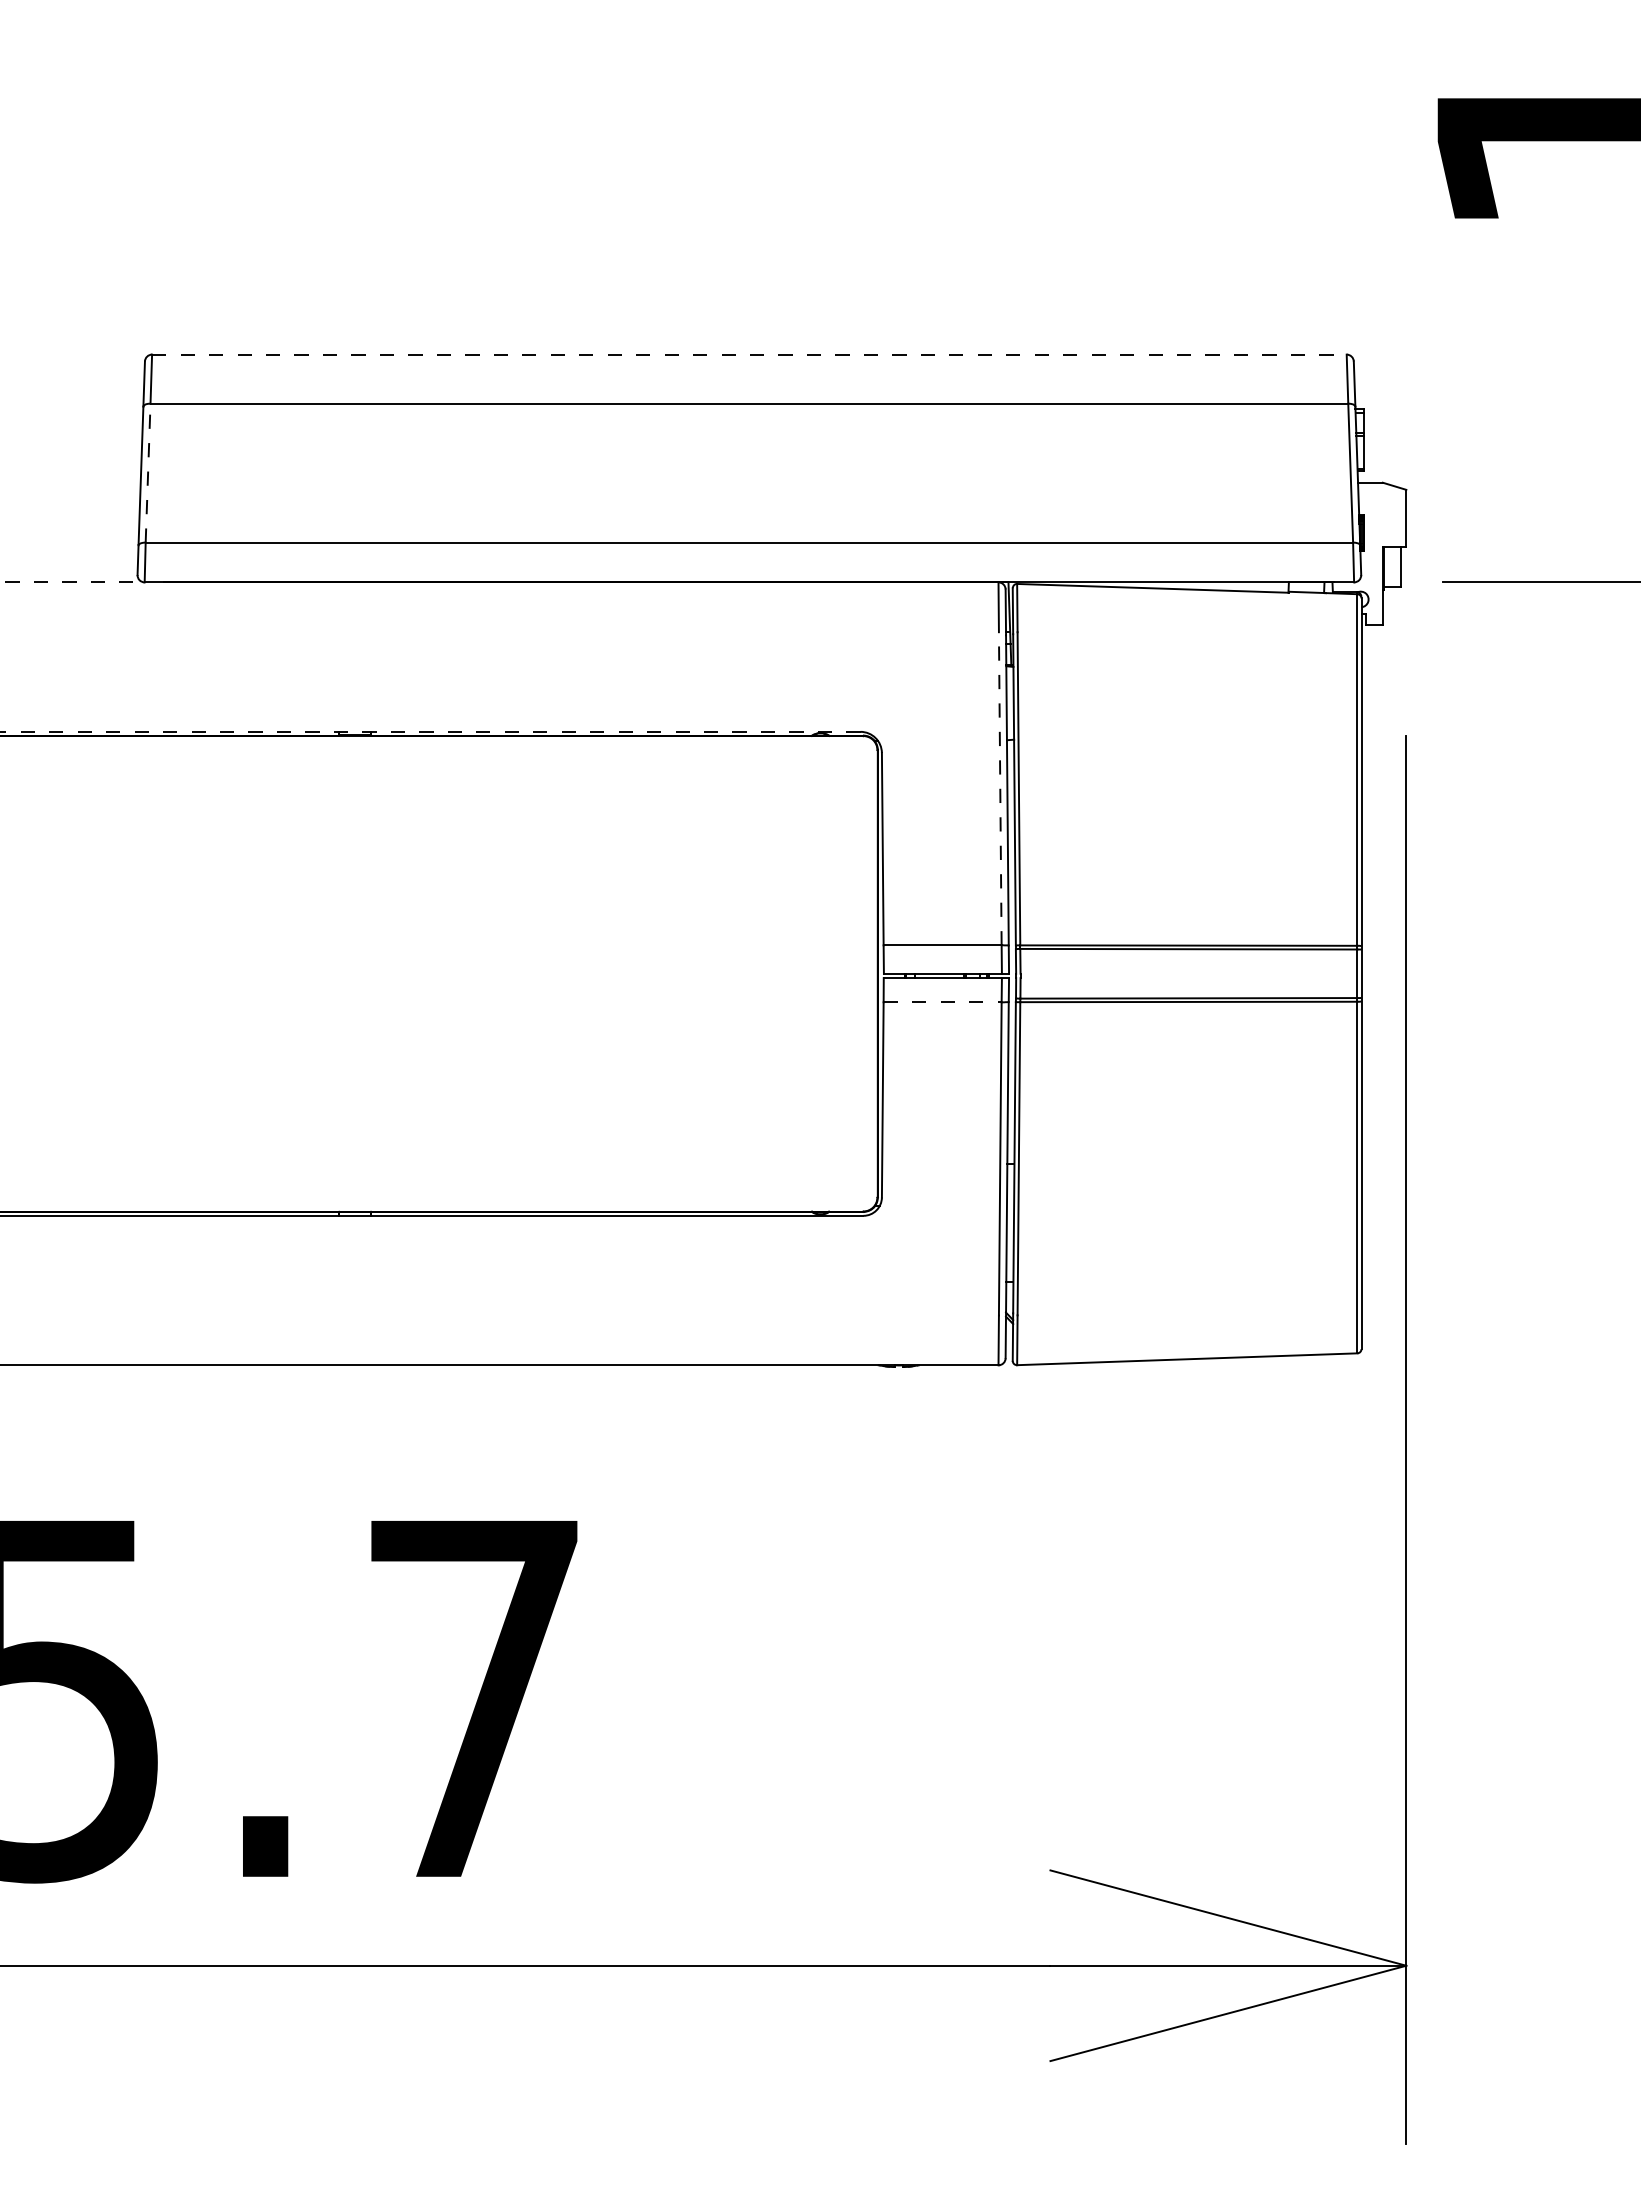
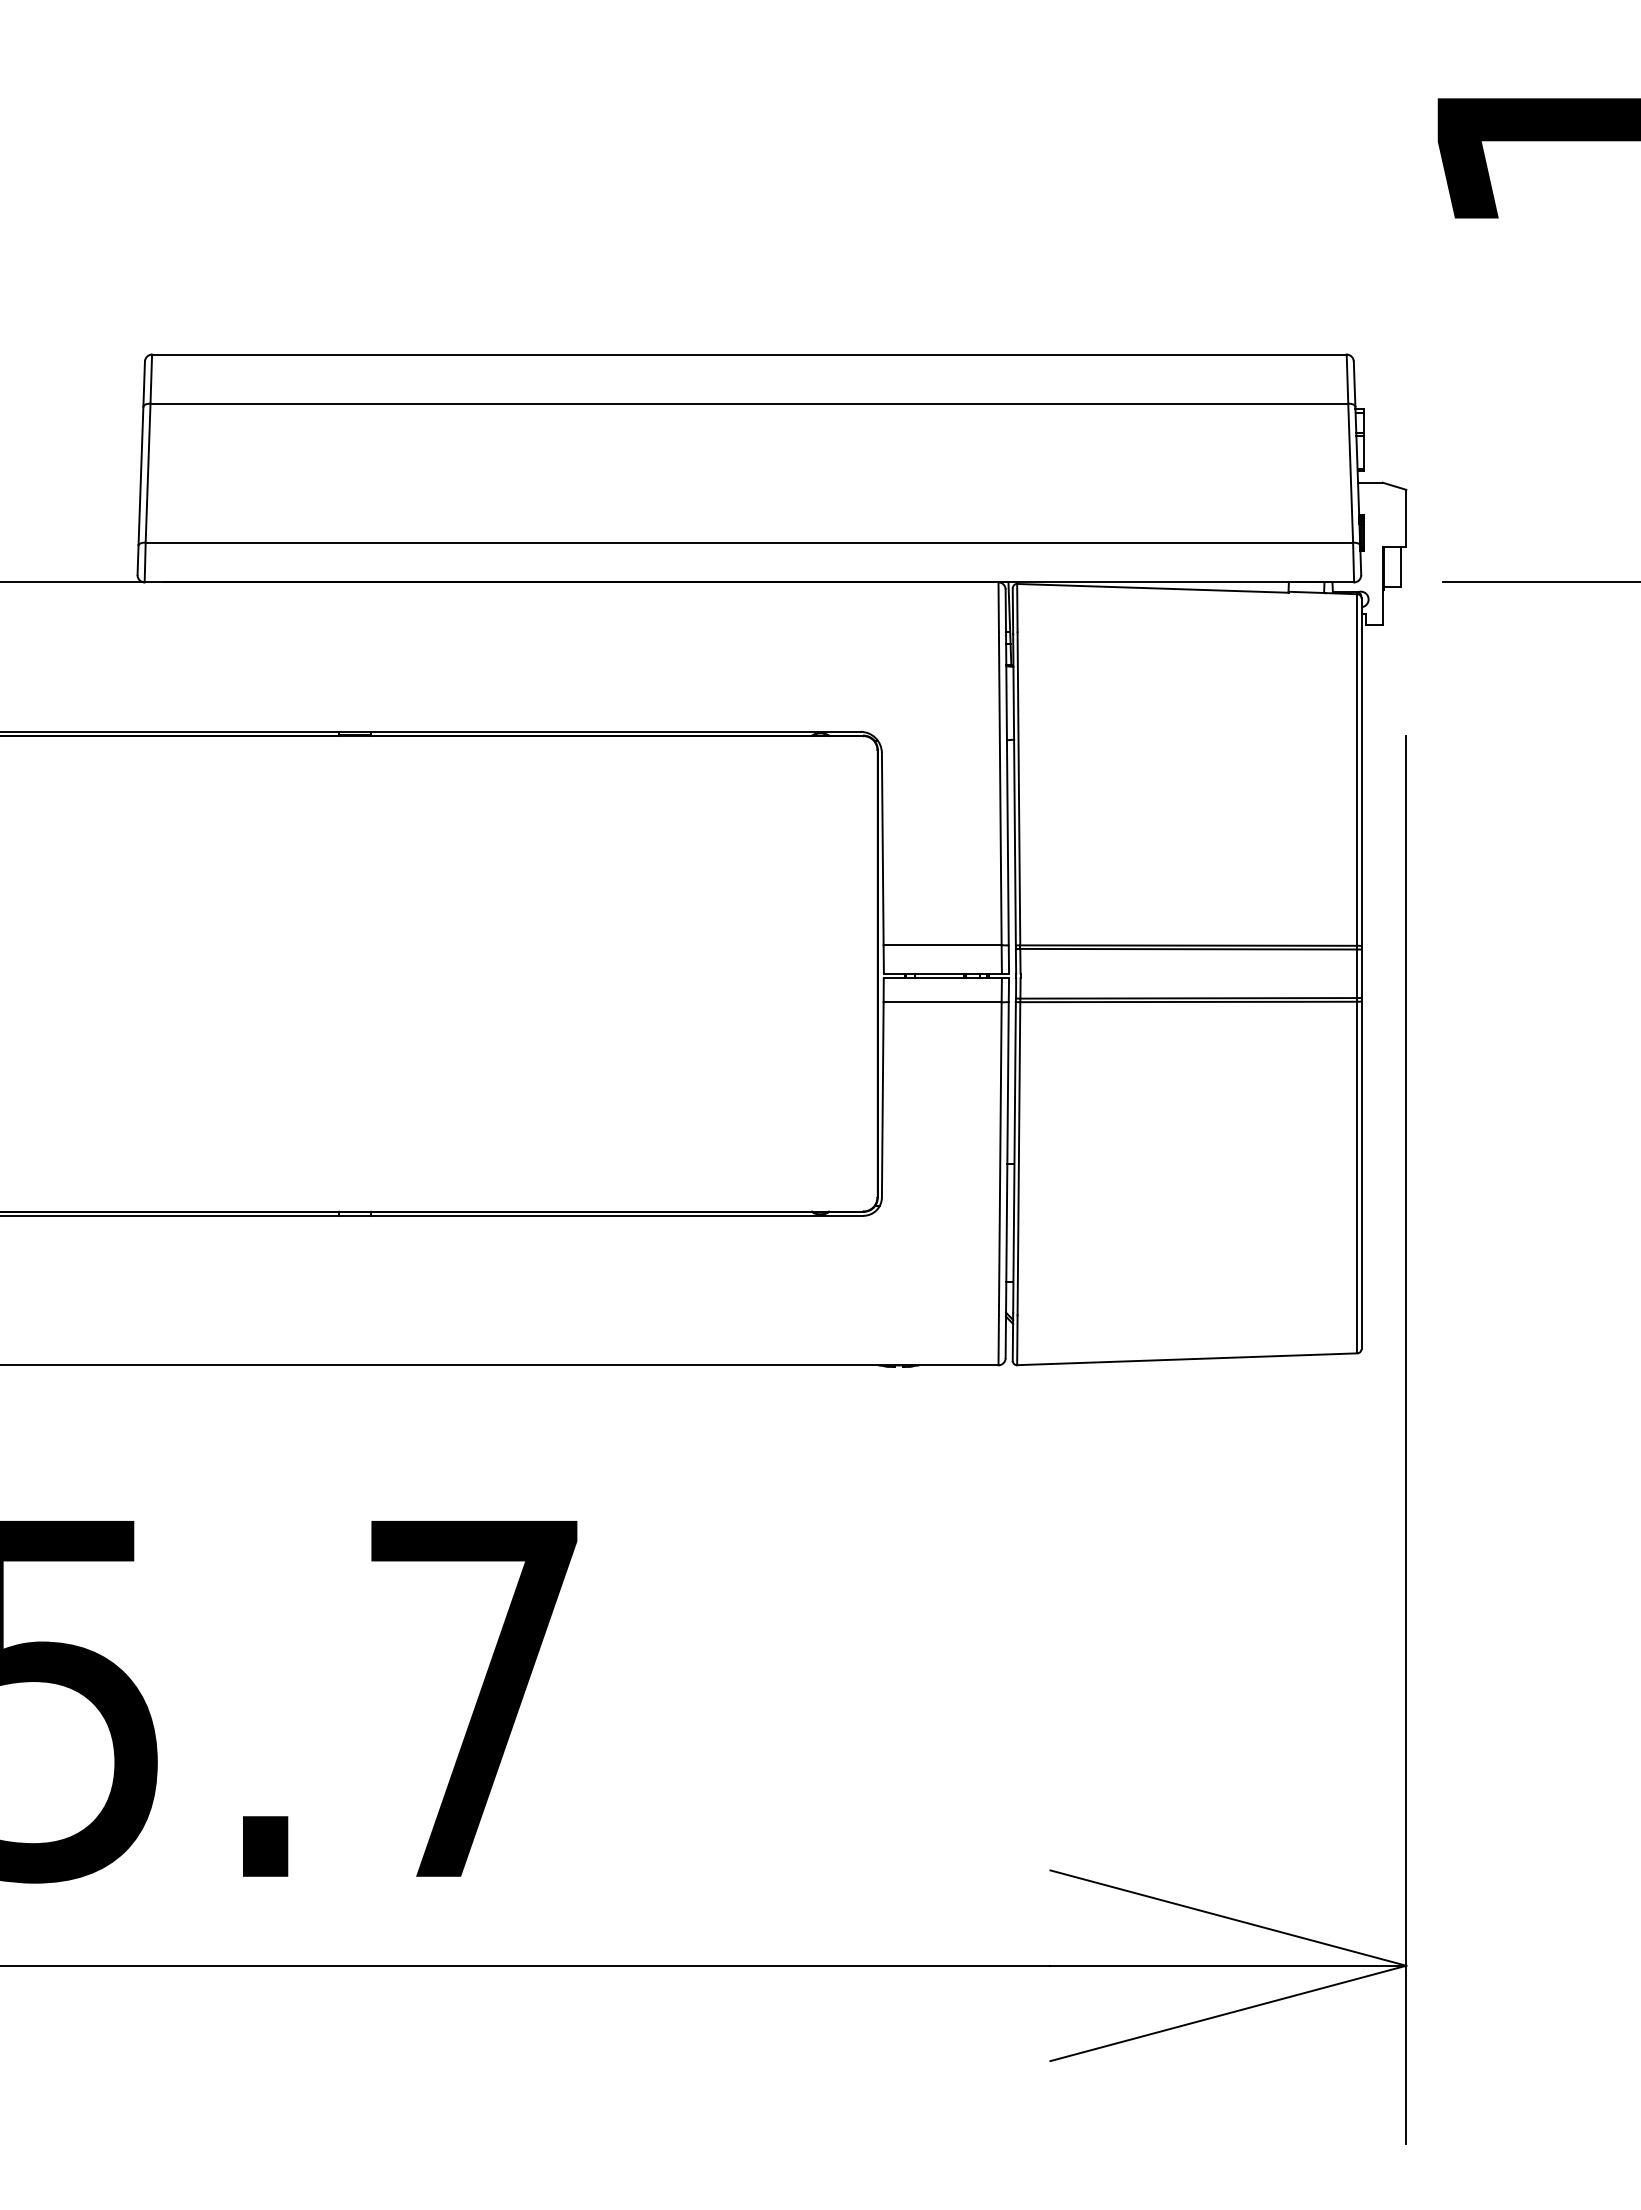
line at (749, 354): dashed -> solid
line at (148, 473): dashed -> solid
line at (72, 582): dashed -> solid
line at (429, 731): dashed -> solid
line at (1000, 788): dashed -> solid
line at (943, 1002): dashed -> solid
